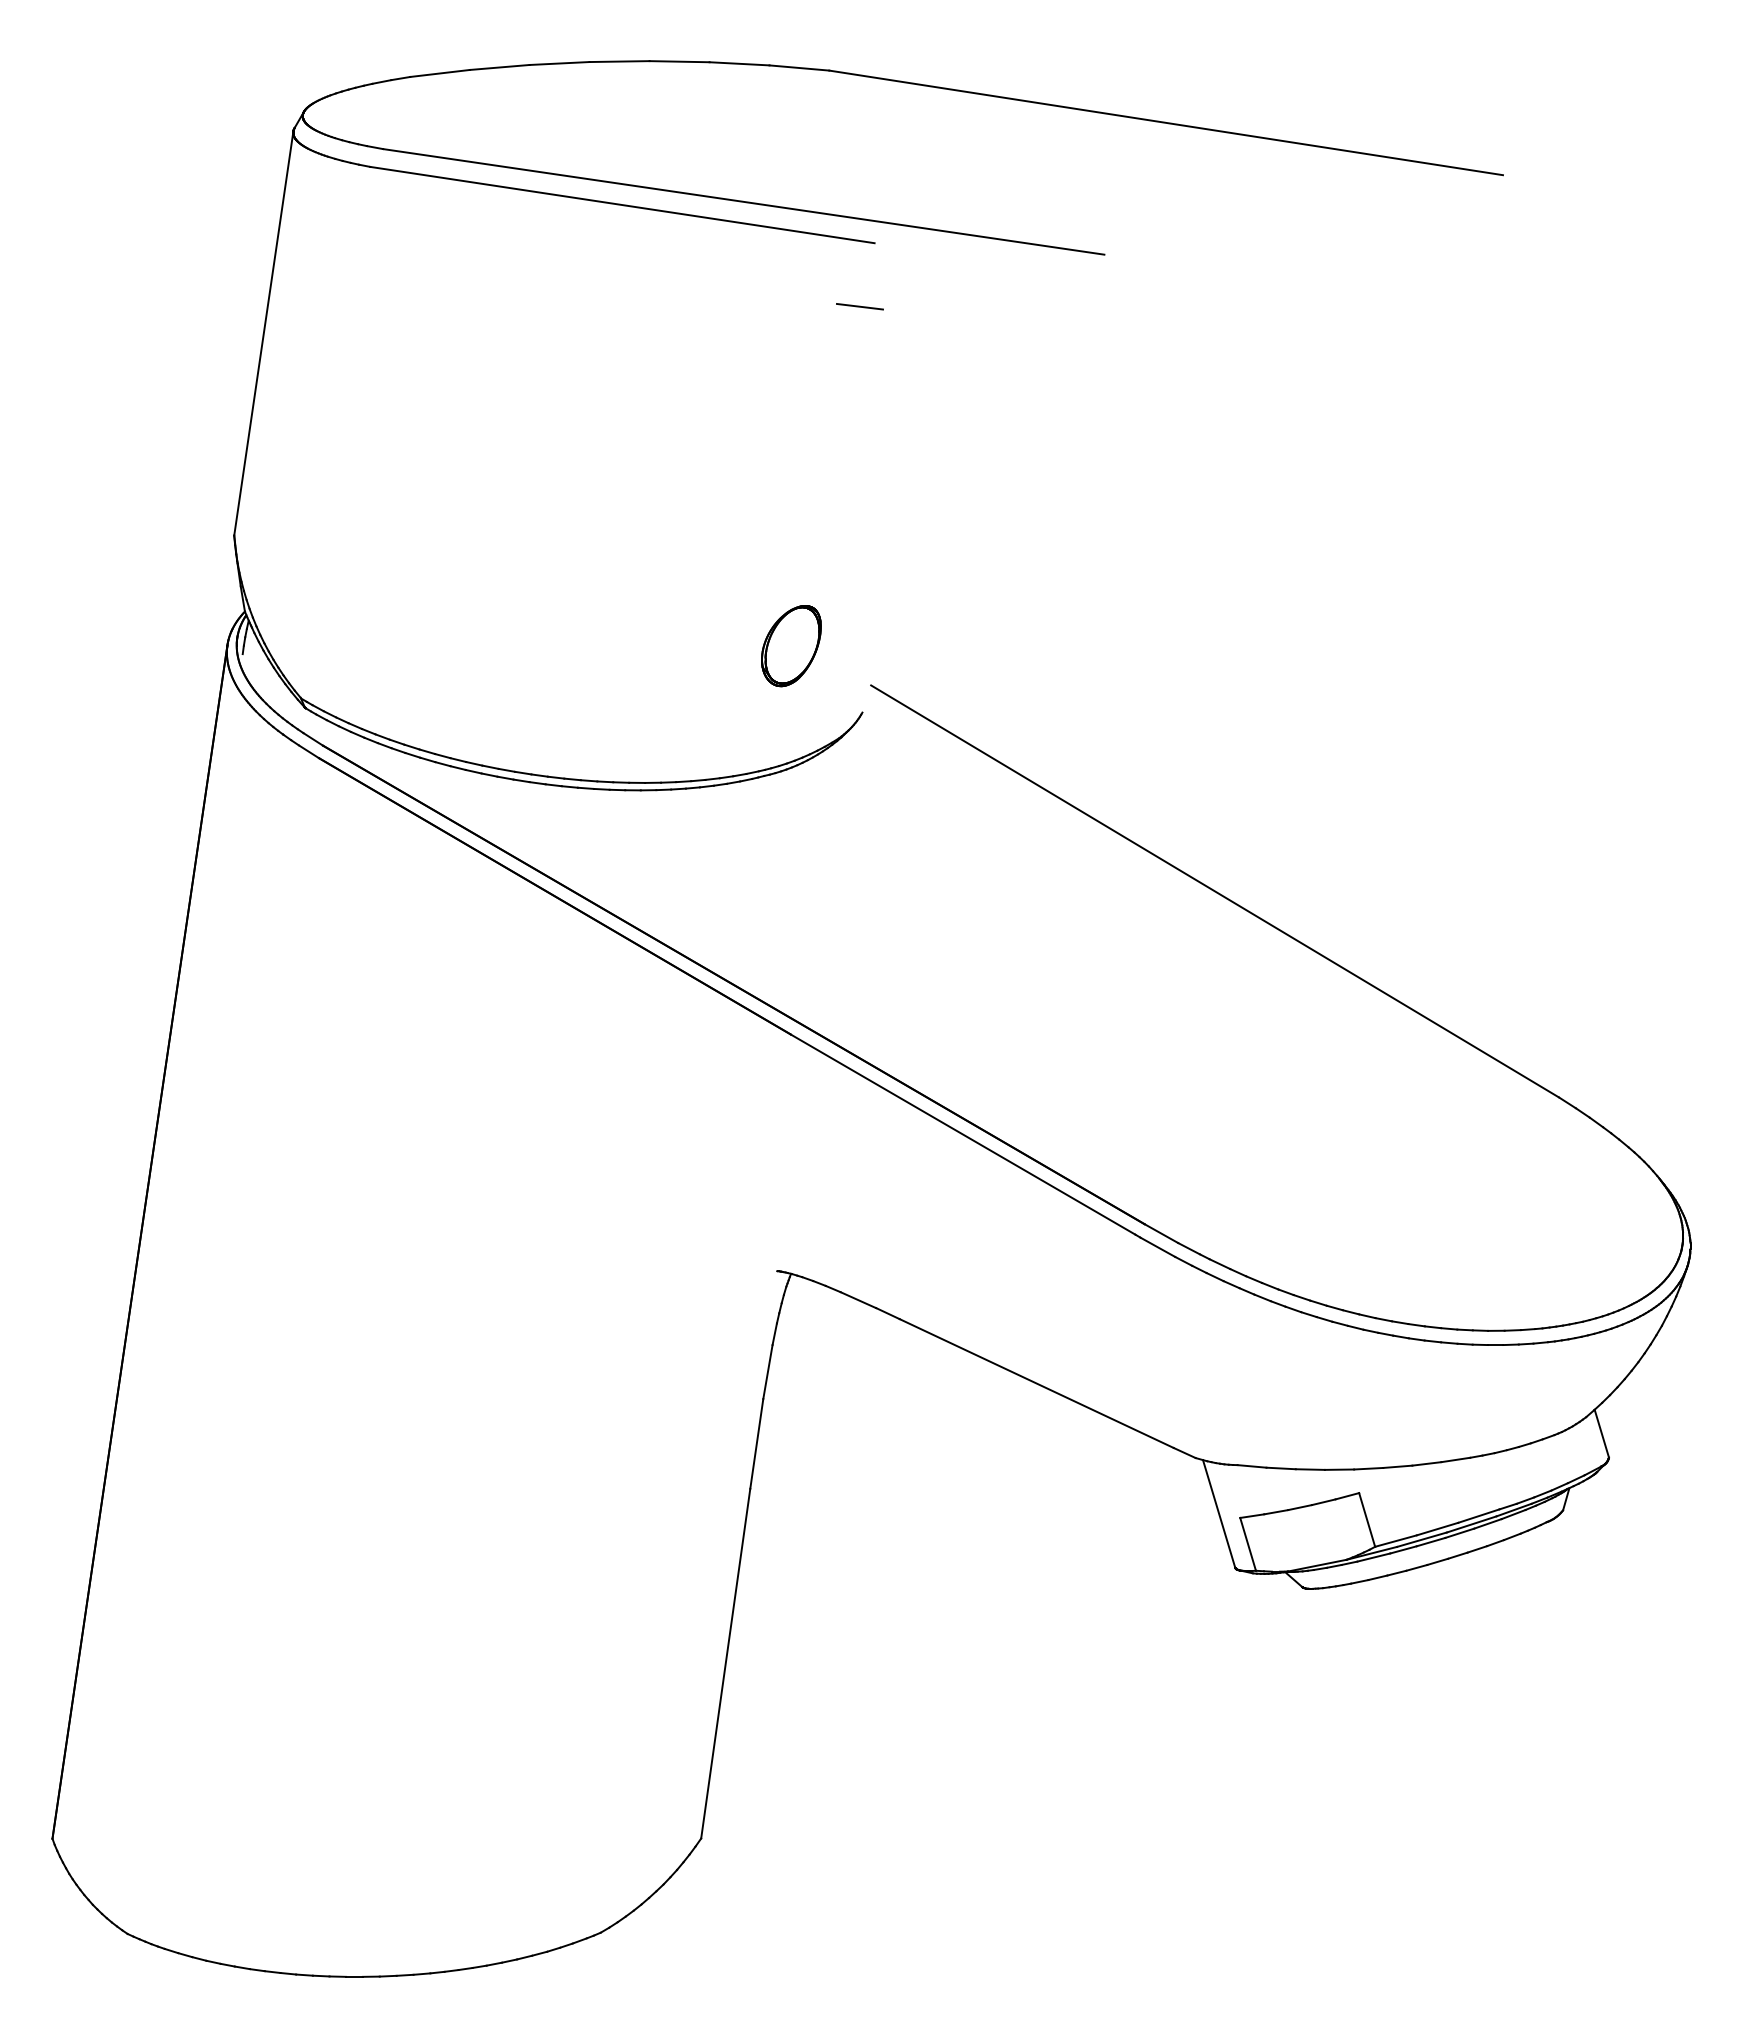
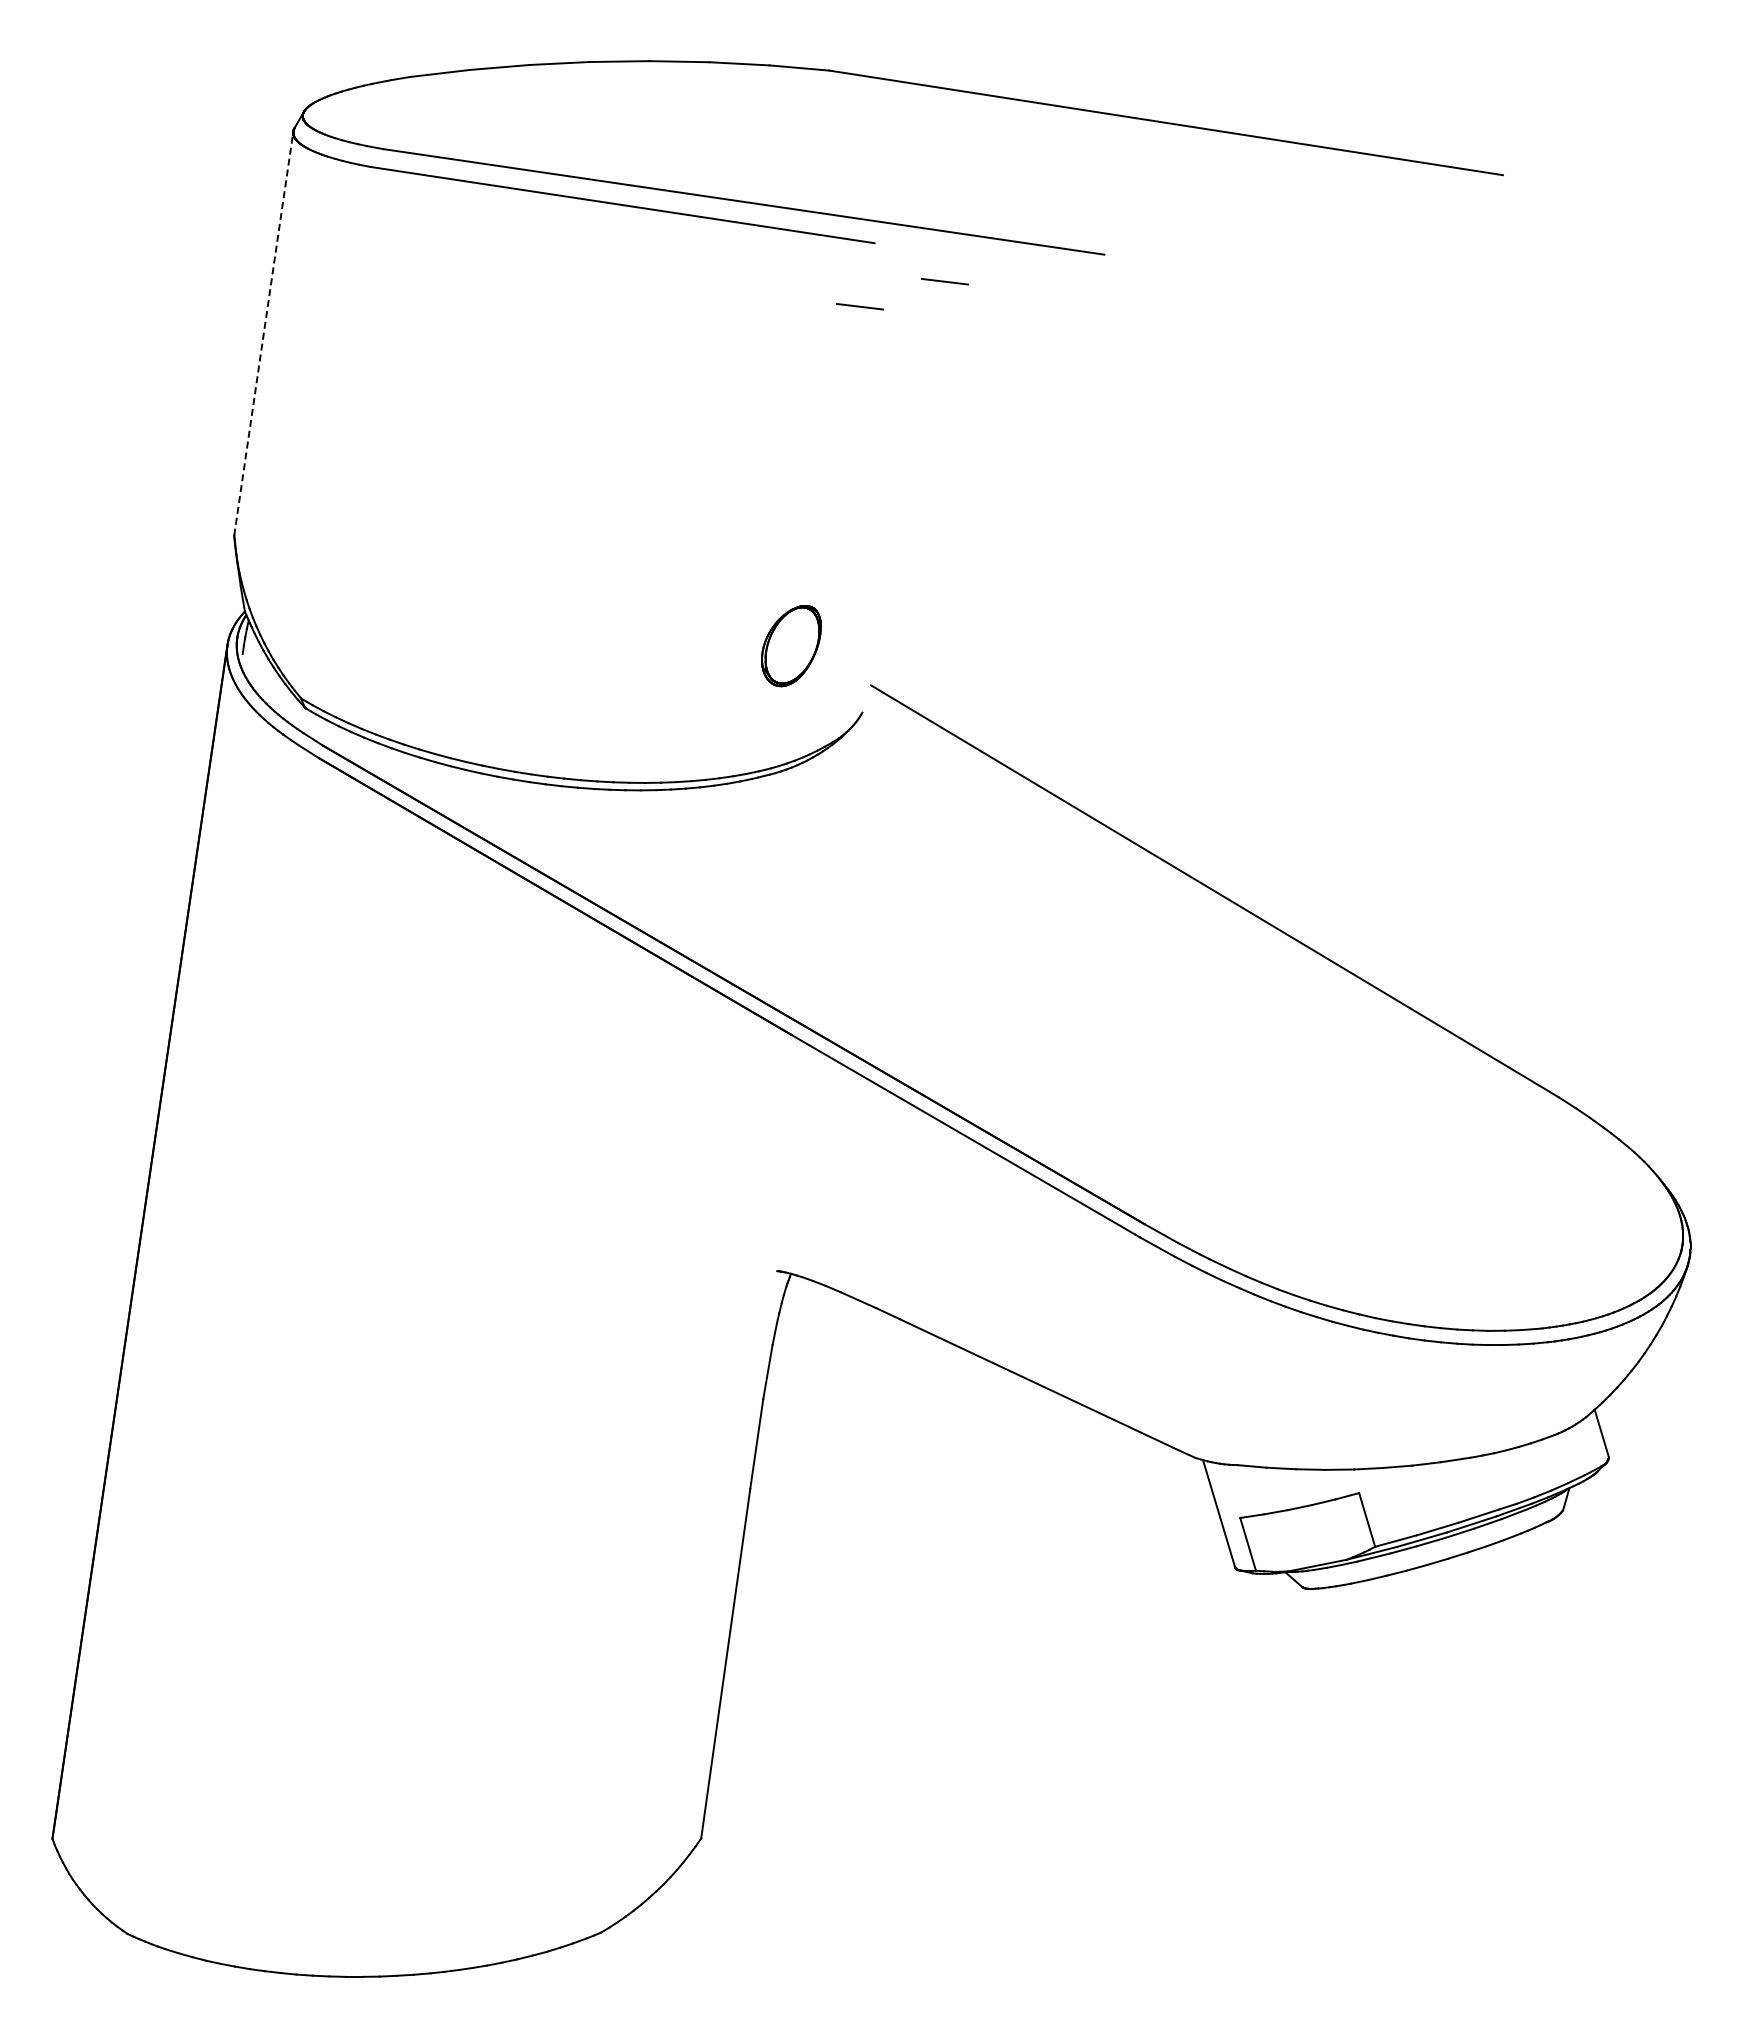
line at (944, 281): none -> present
line at (263, 333): solid -> dashed
